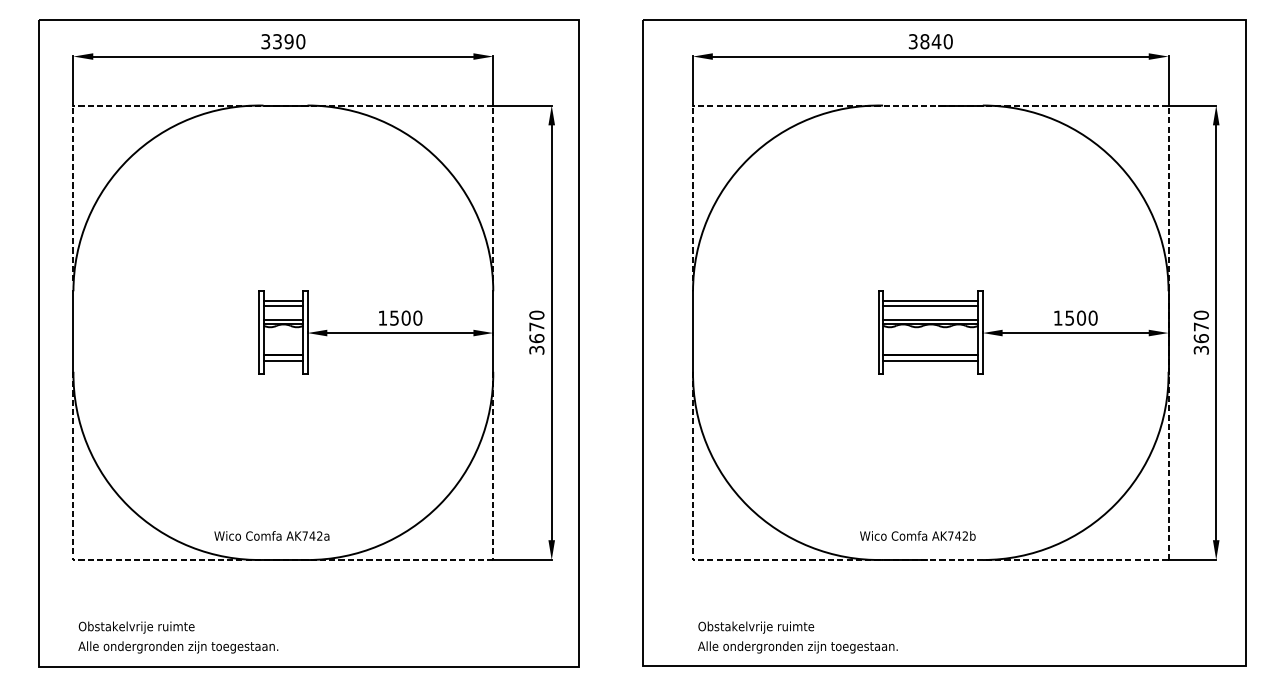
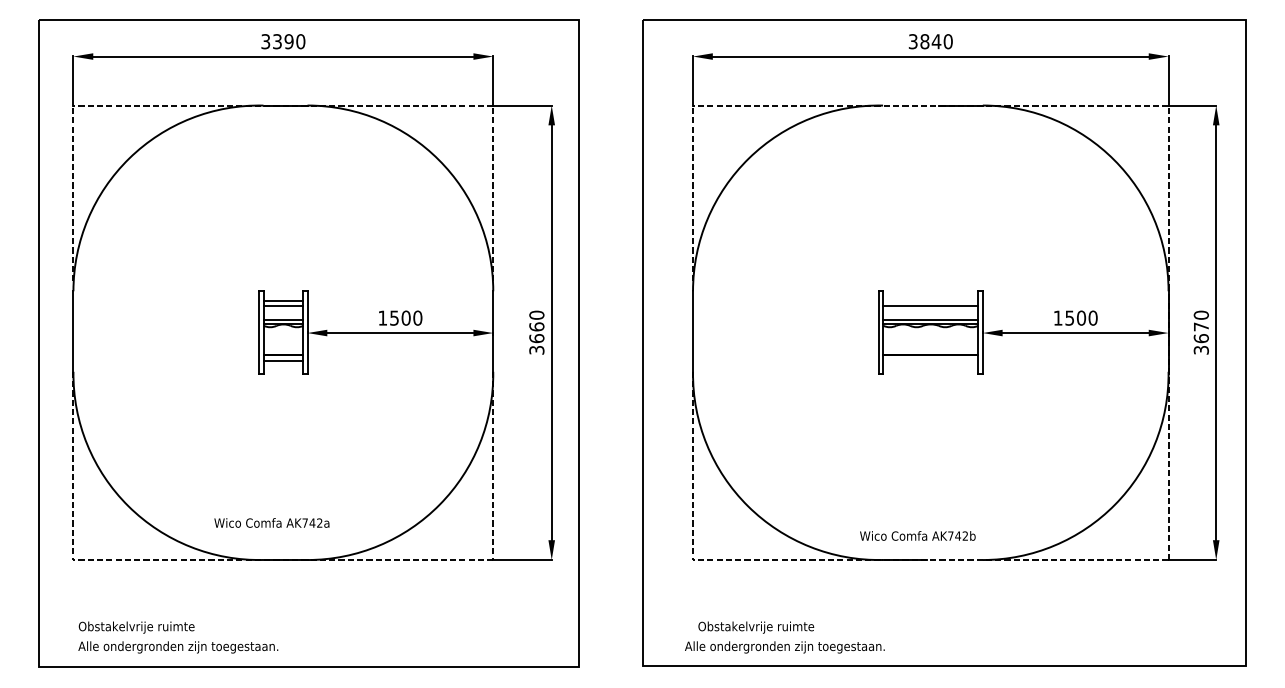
line at (930, 301): present -> none
text at (536, 326): 3670 -> 3660
line at (930, 360): present -> none
text at (271, 535) position: (271, 535) -> (271, 522)
text at (797, 647) position: (797, 647) -> (784, 647)
